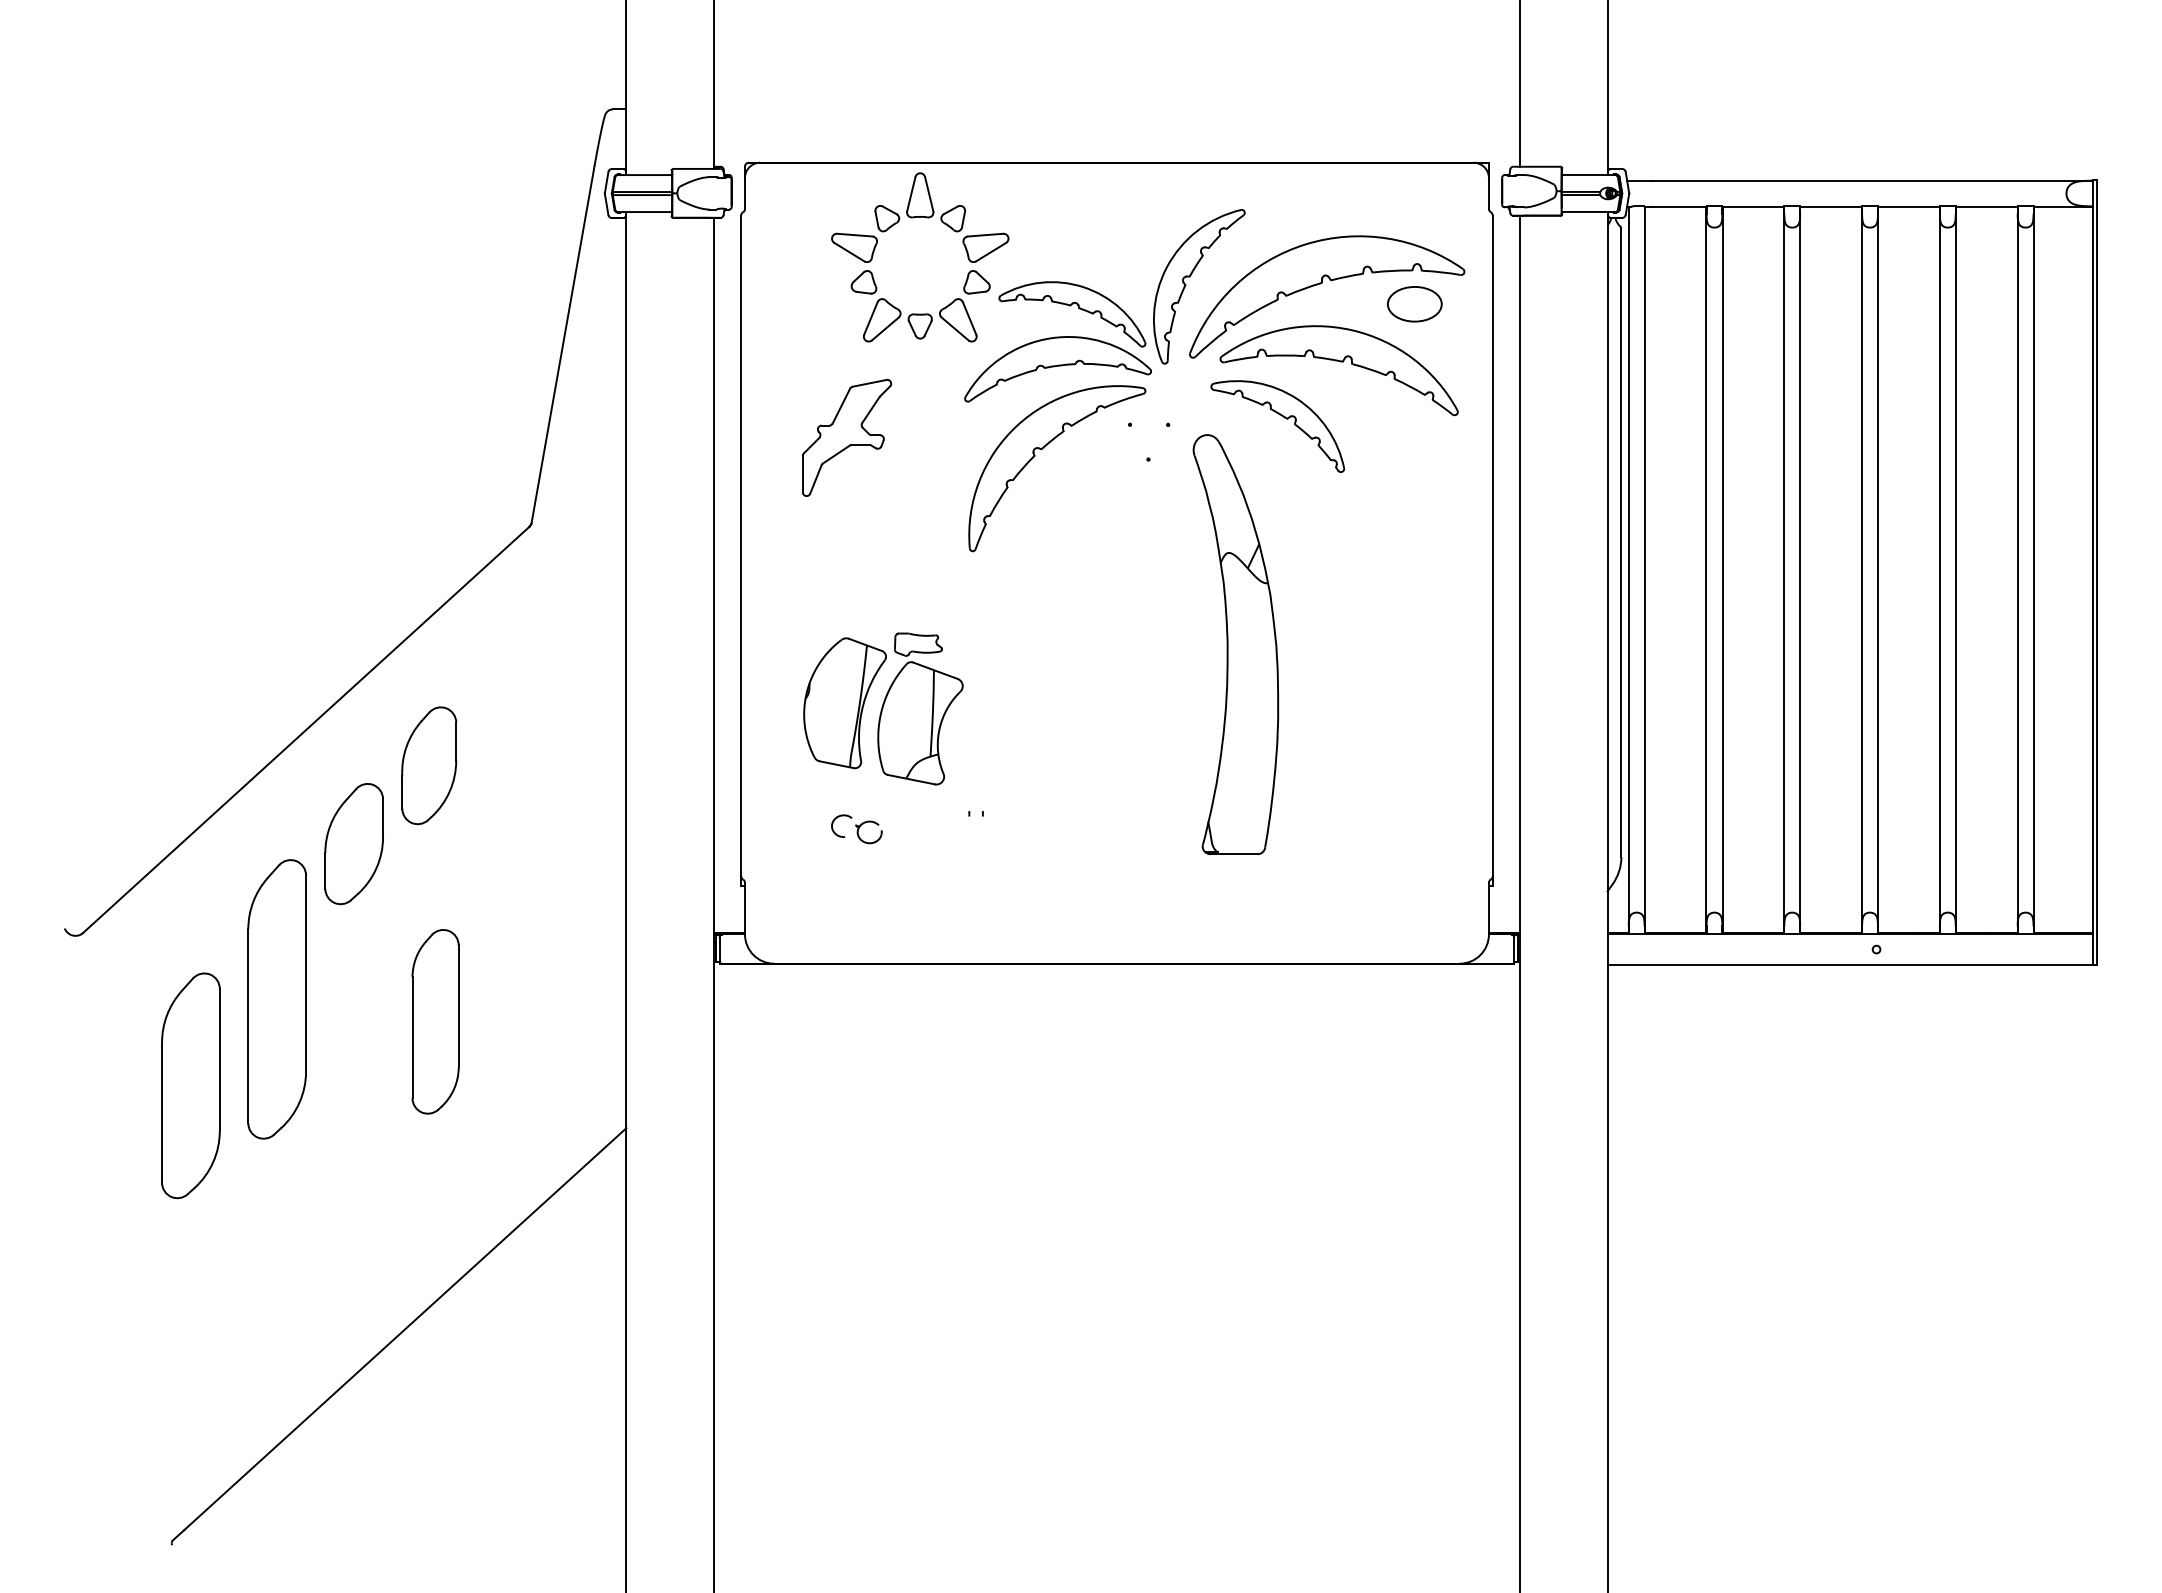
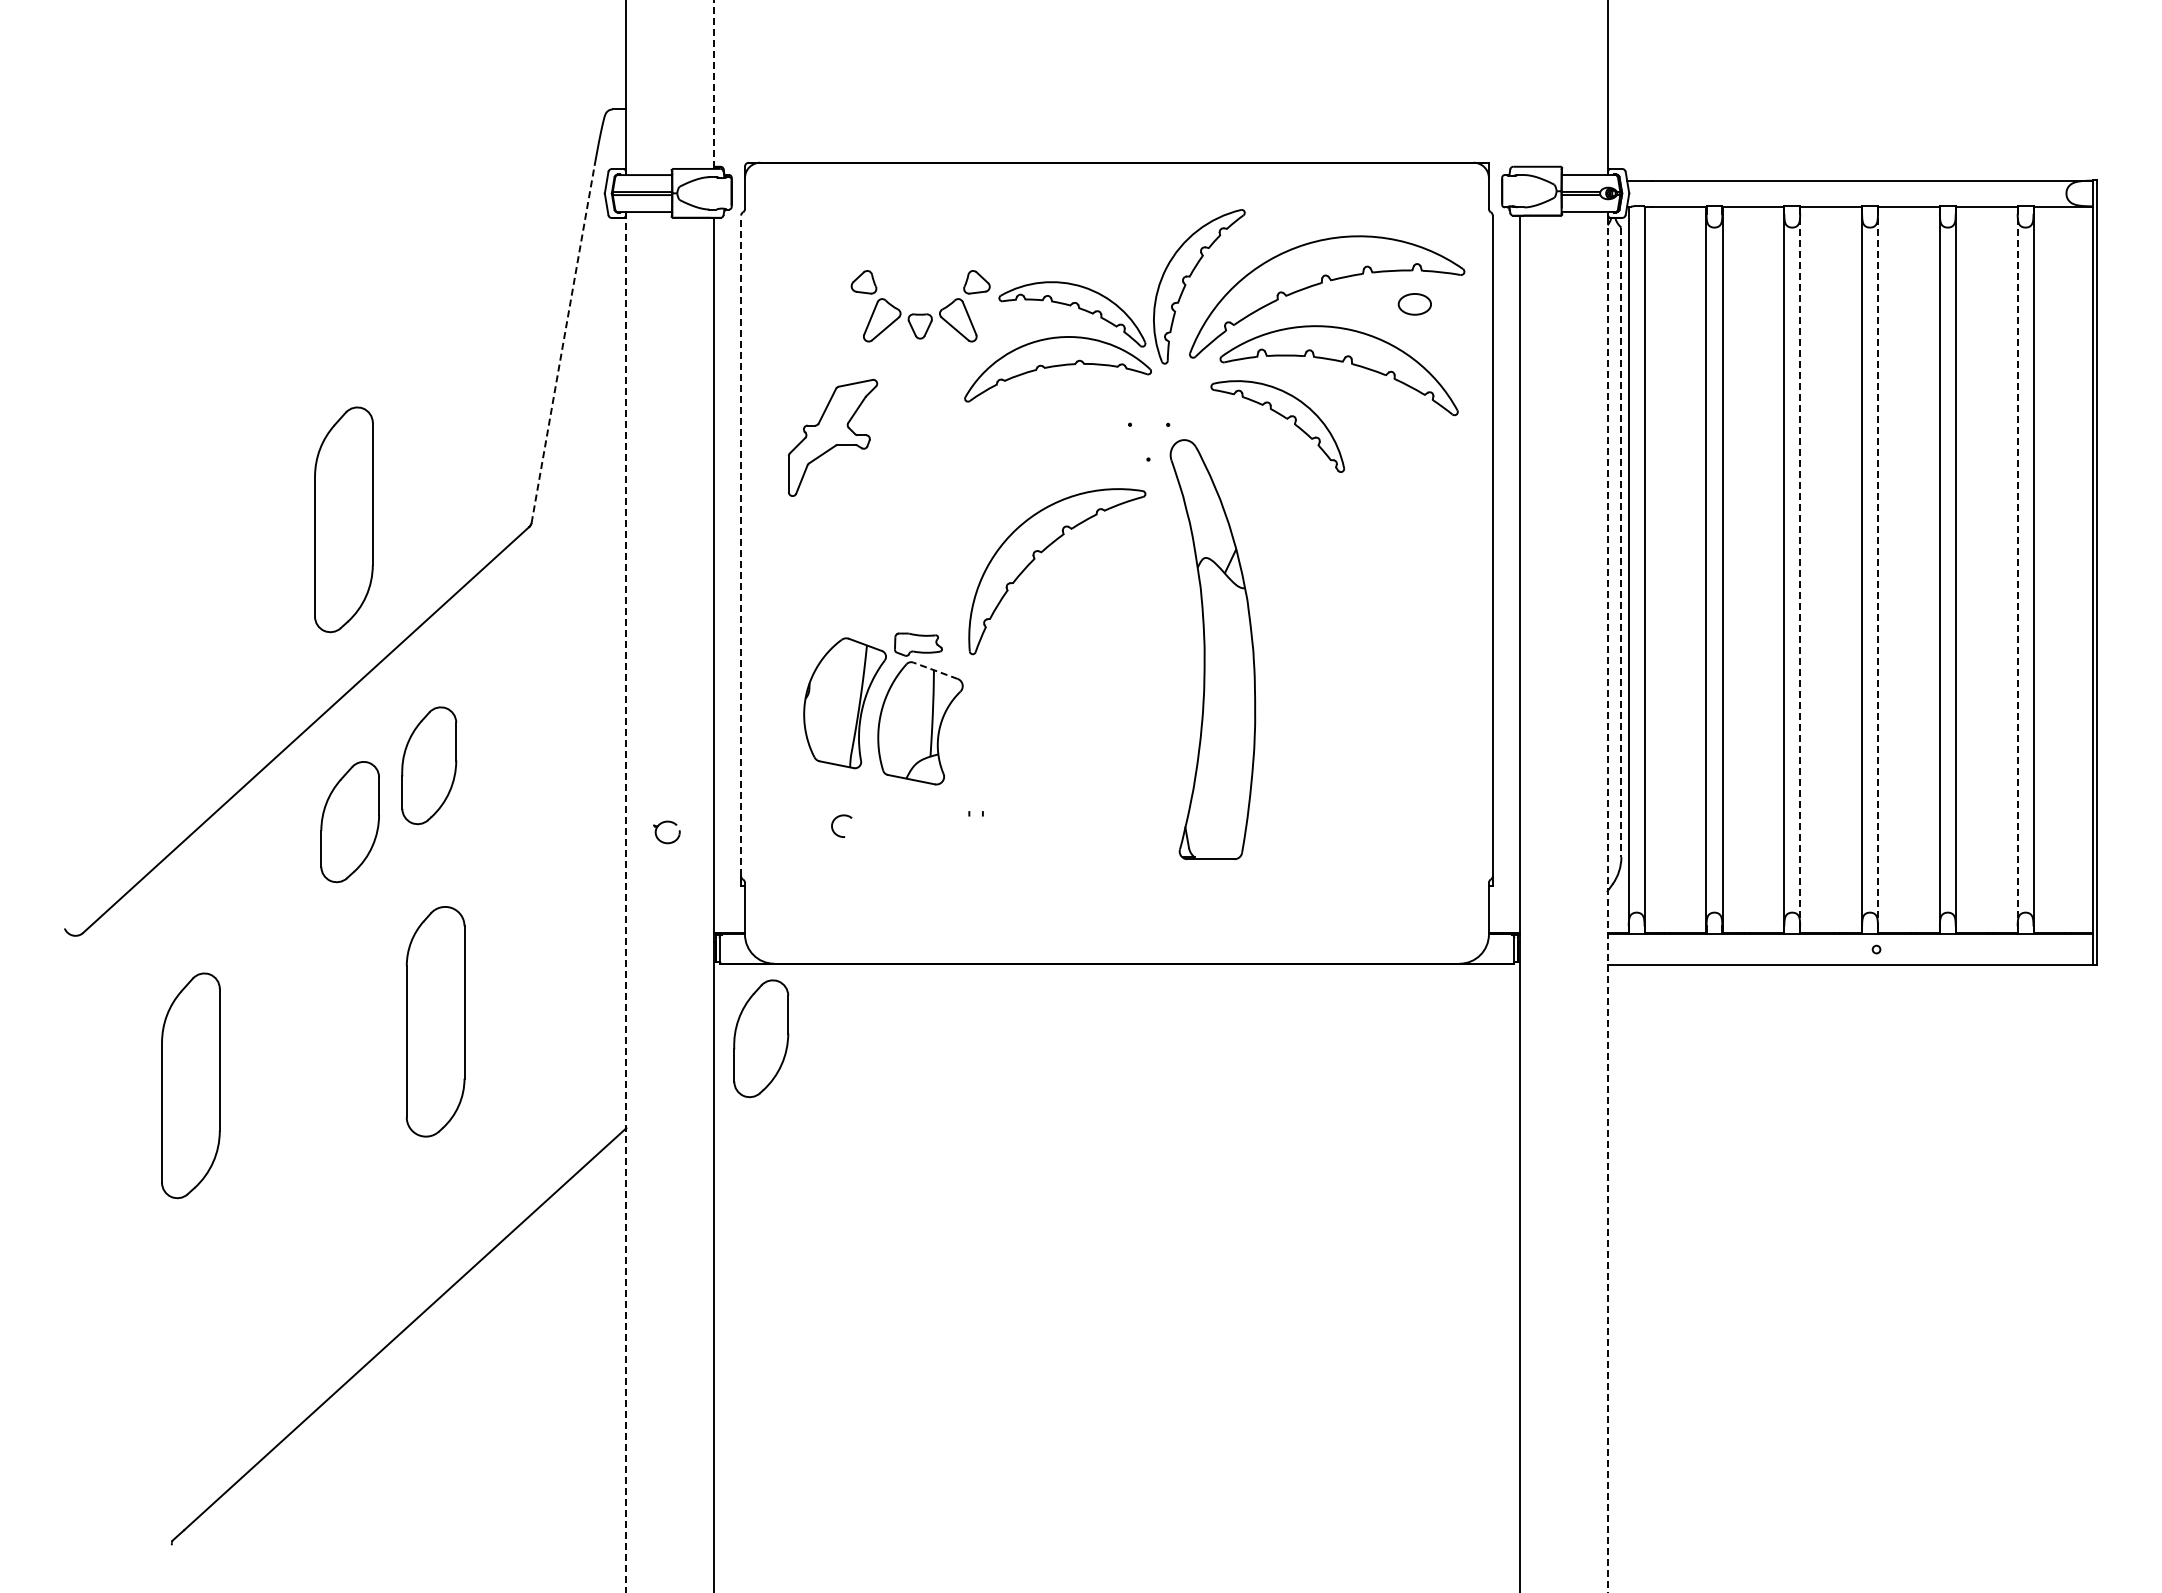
line at (1519, 84): present -> none
line at (714, 85): solid -> dashed
part at (920, 217): present -> none
part at (1414, 304) size: 56x37 px -> 35x23 px
line at (563, 344): solid -> dashed
part at (847, 437) position: (847, 437) -> (833, 437)
part at (1041, 450) position: (1041, 450) -> (1041, 553)
part at (343, 519): none -> present
line at (1621, 542): solid -> dashed
line at (741, 545): solid -> dashed
line at (1800, 570): solid -> dashed
line at (1878, 570): solid -> dashed
line at (2017, 570): solid -> dashed
part at (1235, 644) position: (1235, 644) -> (1212, 649)
line at (935, 670): solid -> dashed
part at (861, 838) position: (861, 838) -> (659, 838)
part at (353, 844) position: (353, 844) -> (349, 822)
line at (1607, 901): solid -> dashed
line at (626, 902): solid -> dashed
part at (276, 999): present -> none
part at (435, 1021) size: 49x186 px -> 61x232 px
part at (761, 1038): none -> present
